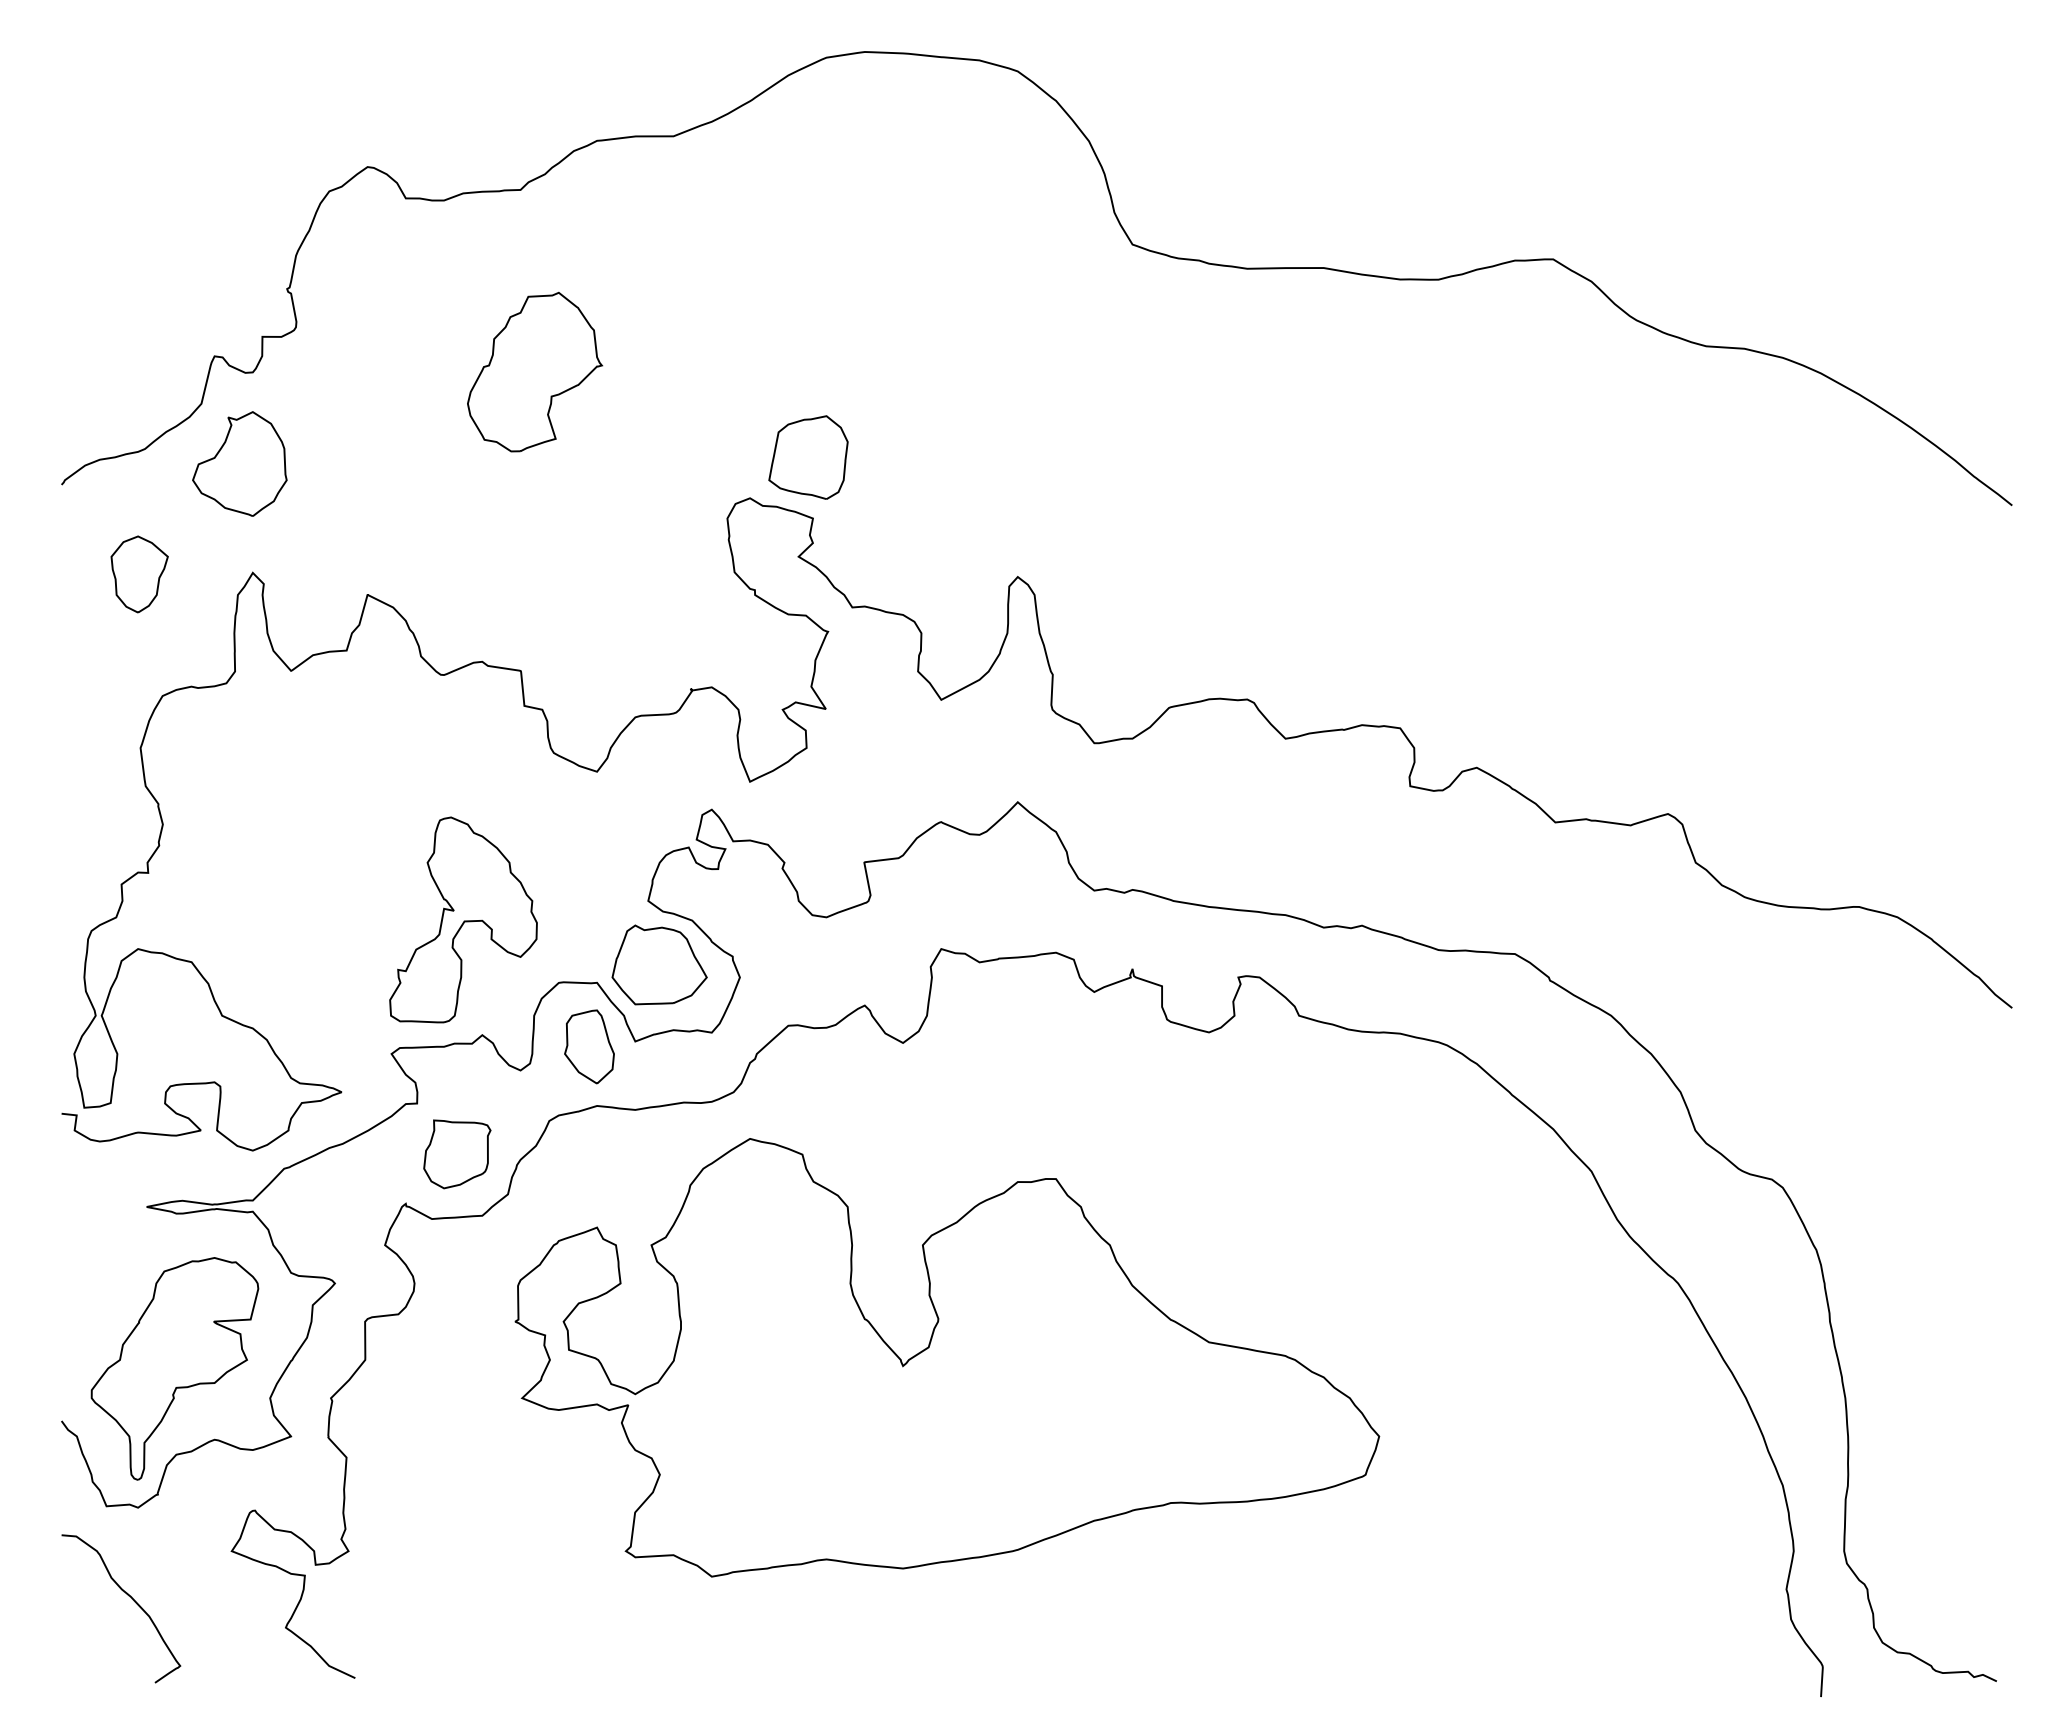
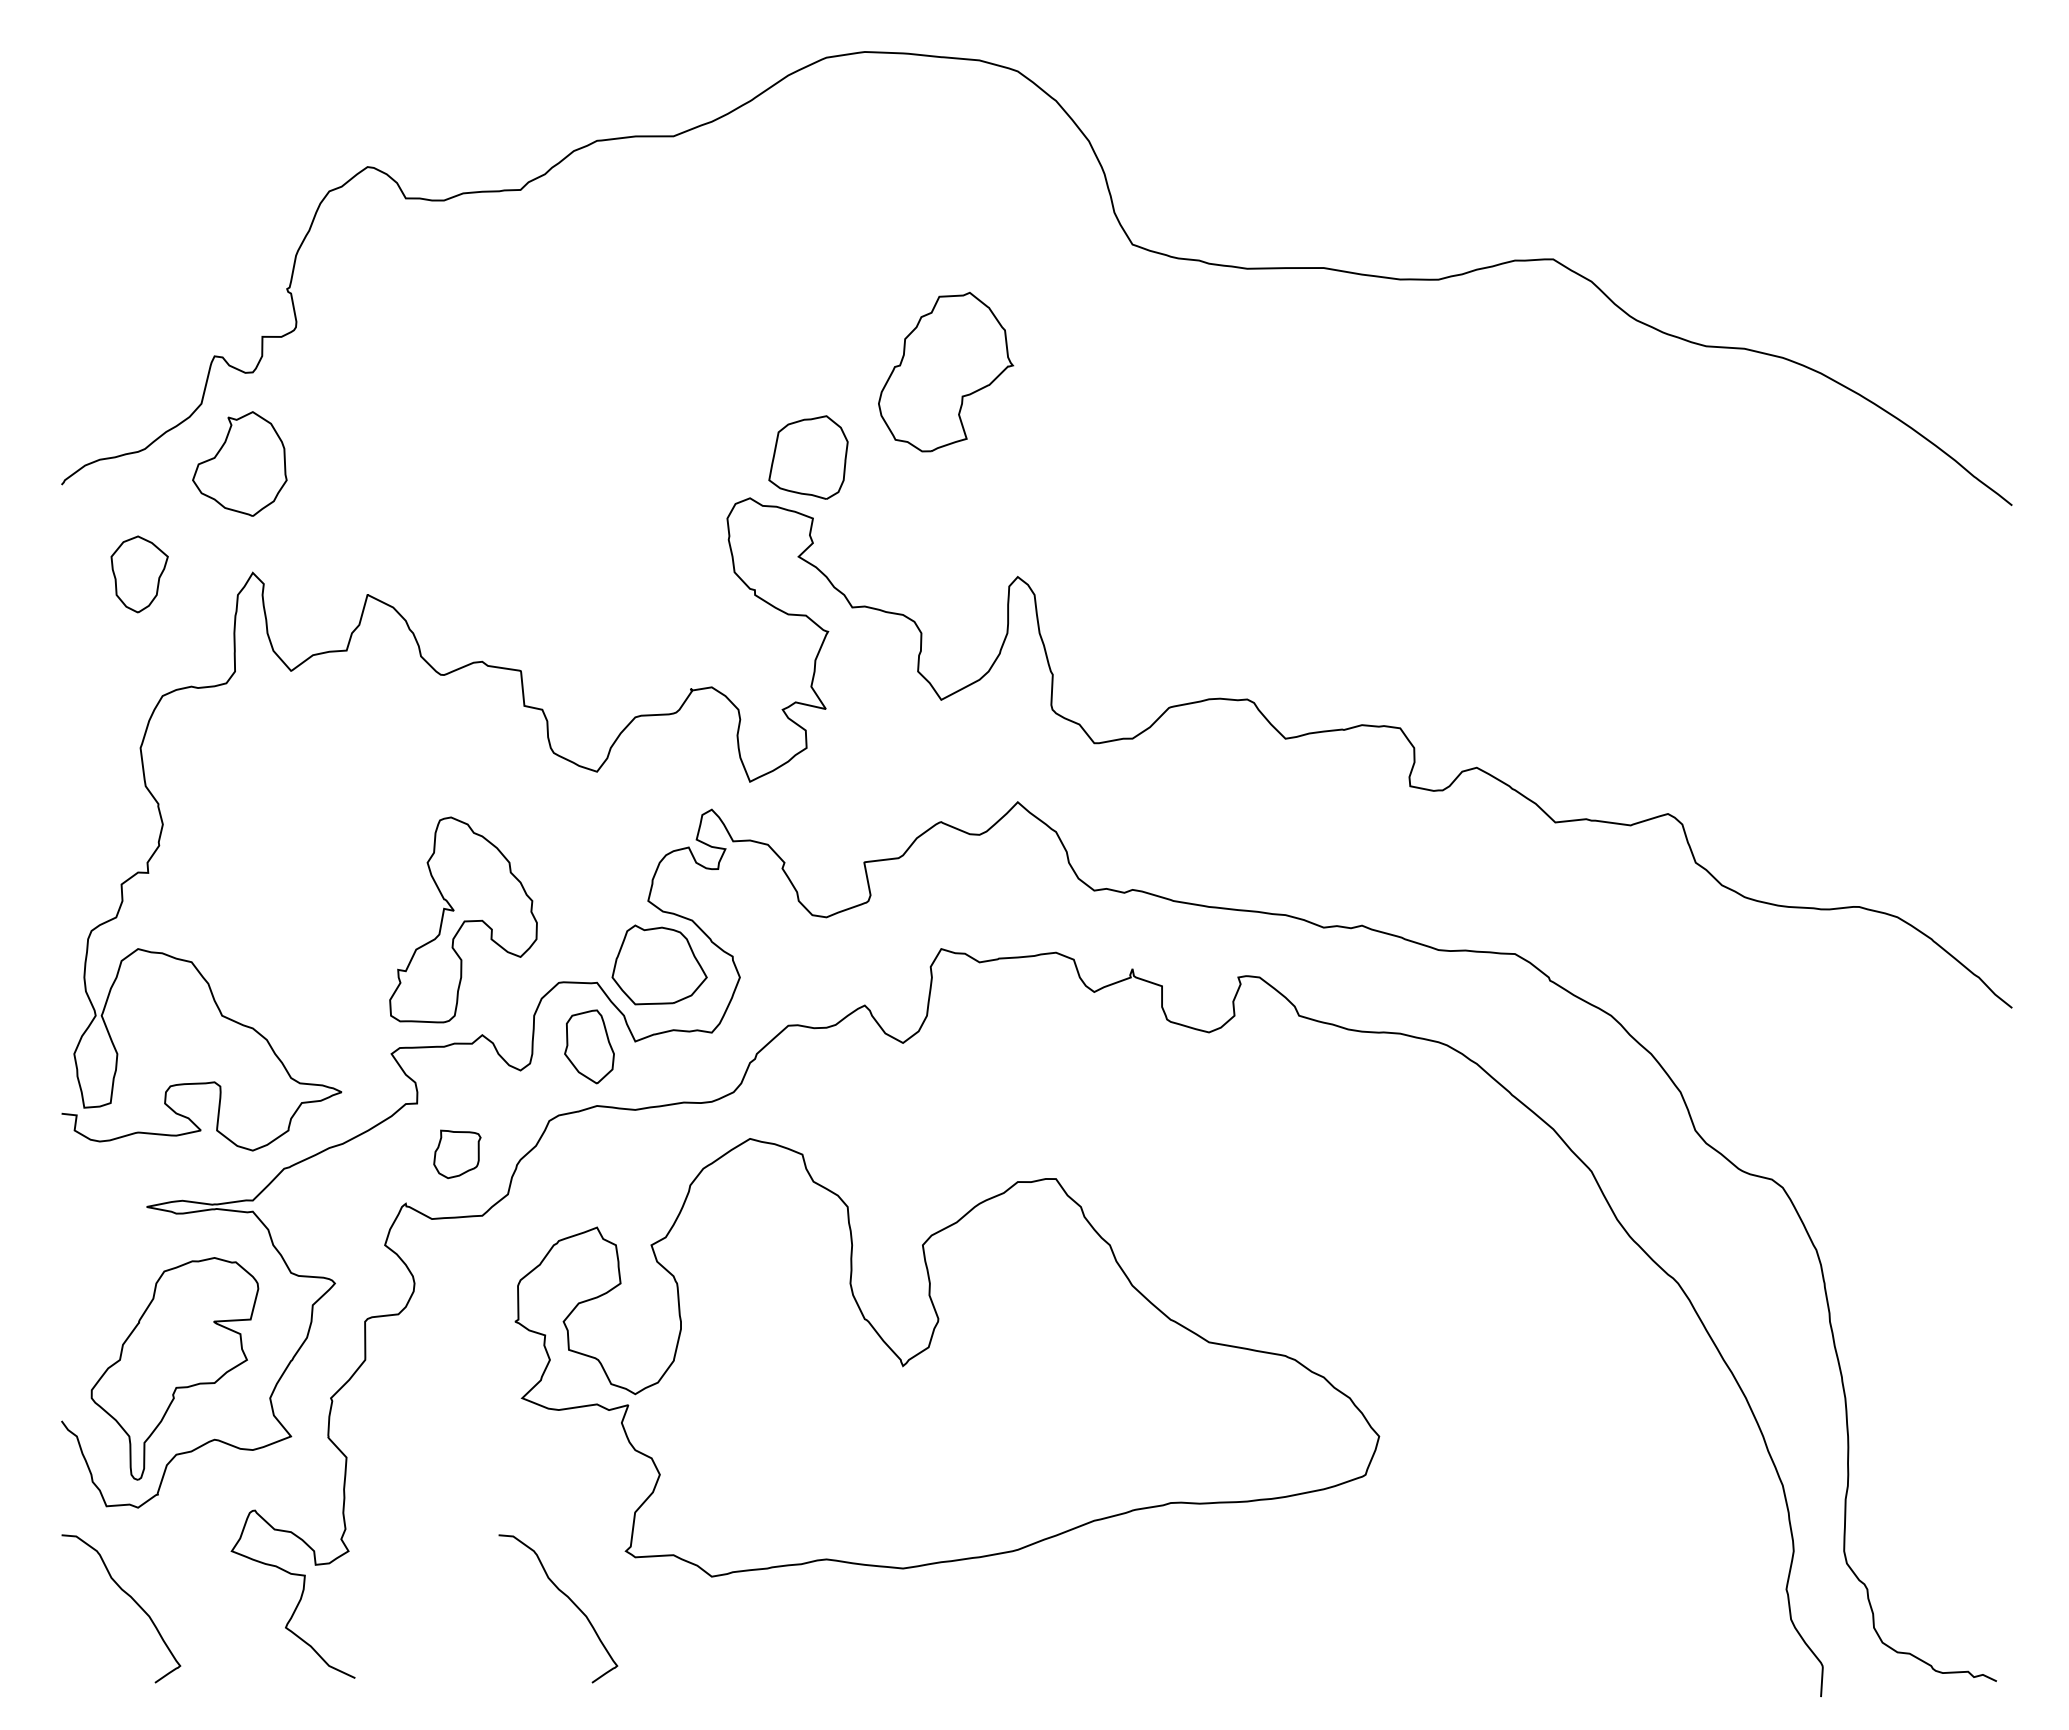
part at (535, 371) position: (535, 371) -> (946, 371)
part at (457, 1154) size: 69x71 px -> 49x51 px
curve at (565, 1596): none -> present
